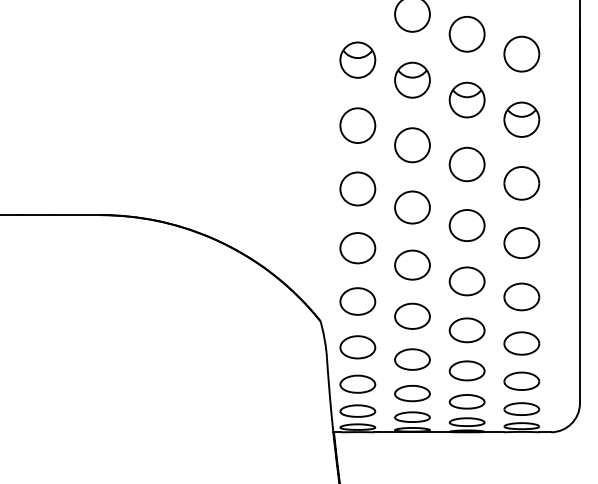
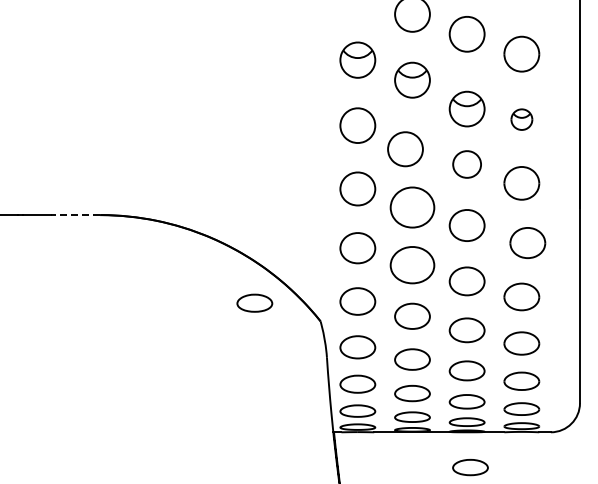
part at (466, 99) position: (466, 99) -> (466, 108)
part at (521, 119) size: 38x37 px -> 24x23 px
part at (412, 145) position: (412, 145) -> (405, 149)
part at (466, 164) size: 38x37 px -> 30x29 px
part at (412, 207) size: 37x35 px -> 47x43 px
line at (75, 215): solid -> dashed
part at (521, 242) position: (521, 242) -> (527, 242)
part at (412, 264) size: 37x32 px -> 47x39 px
part at (254, 302): none -> present
part at (470, 467): none -> present
